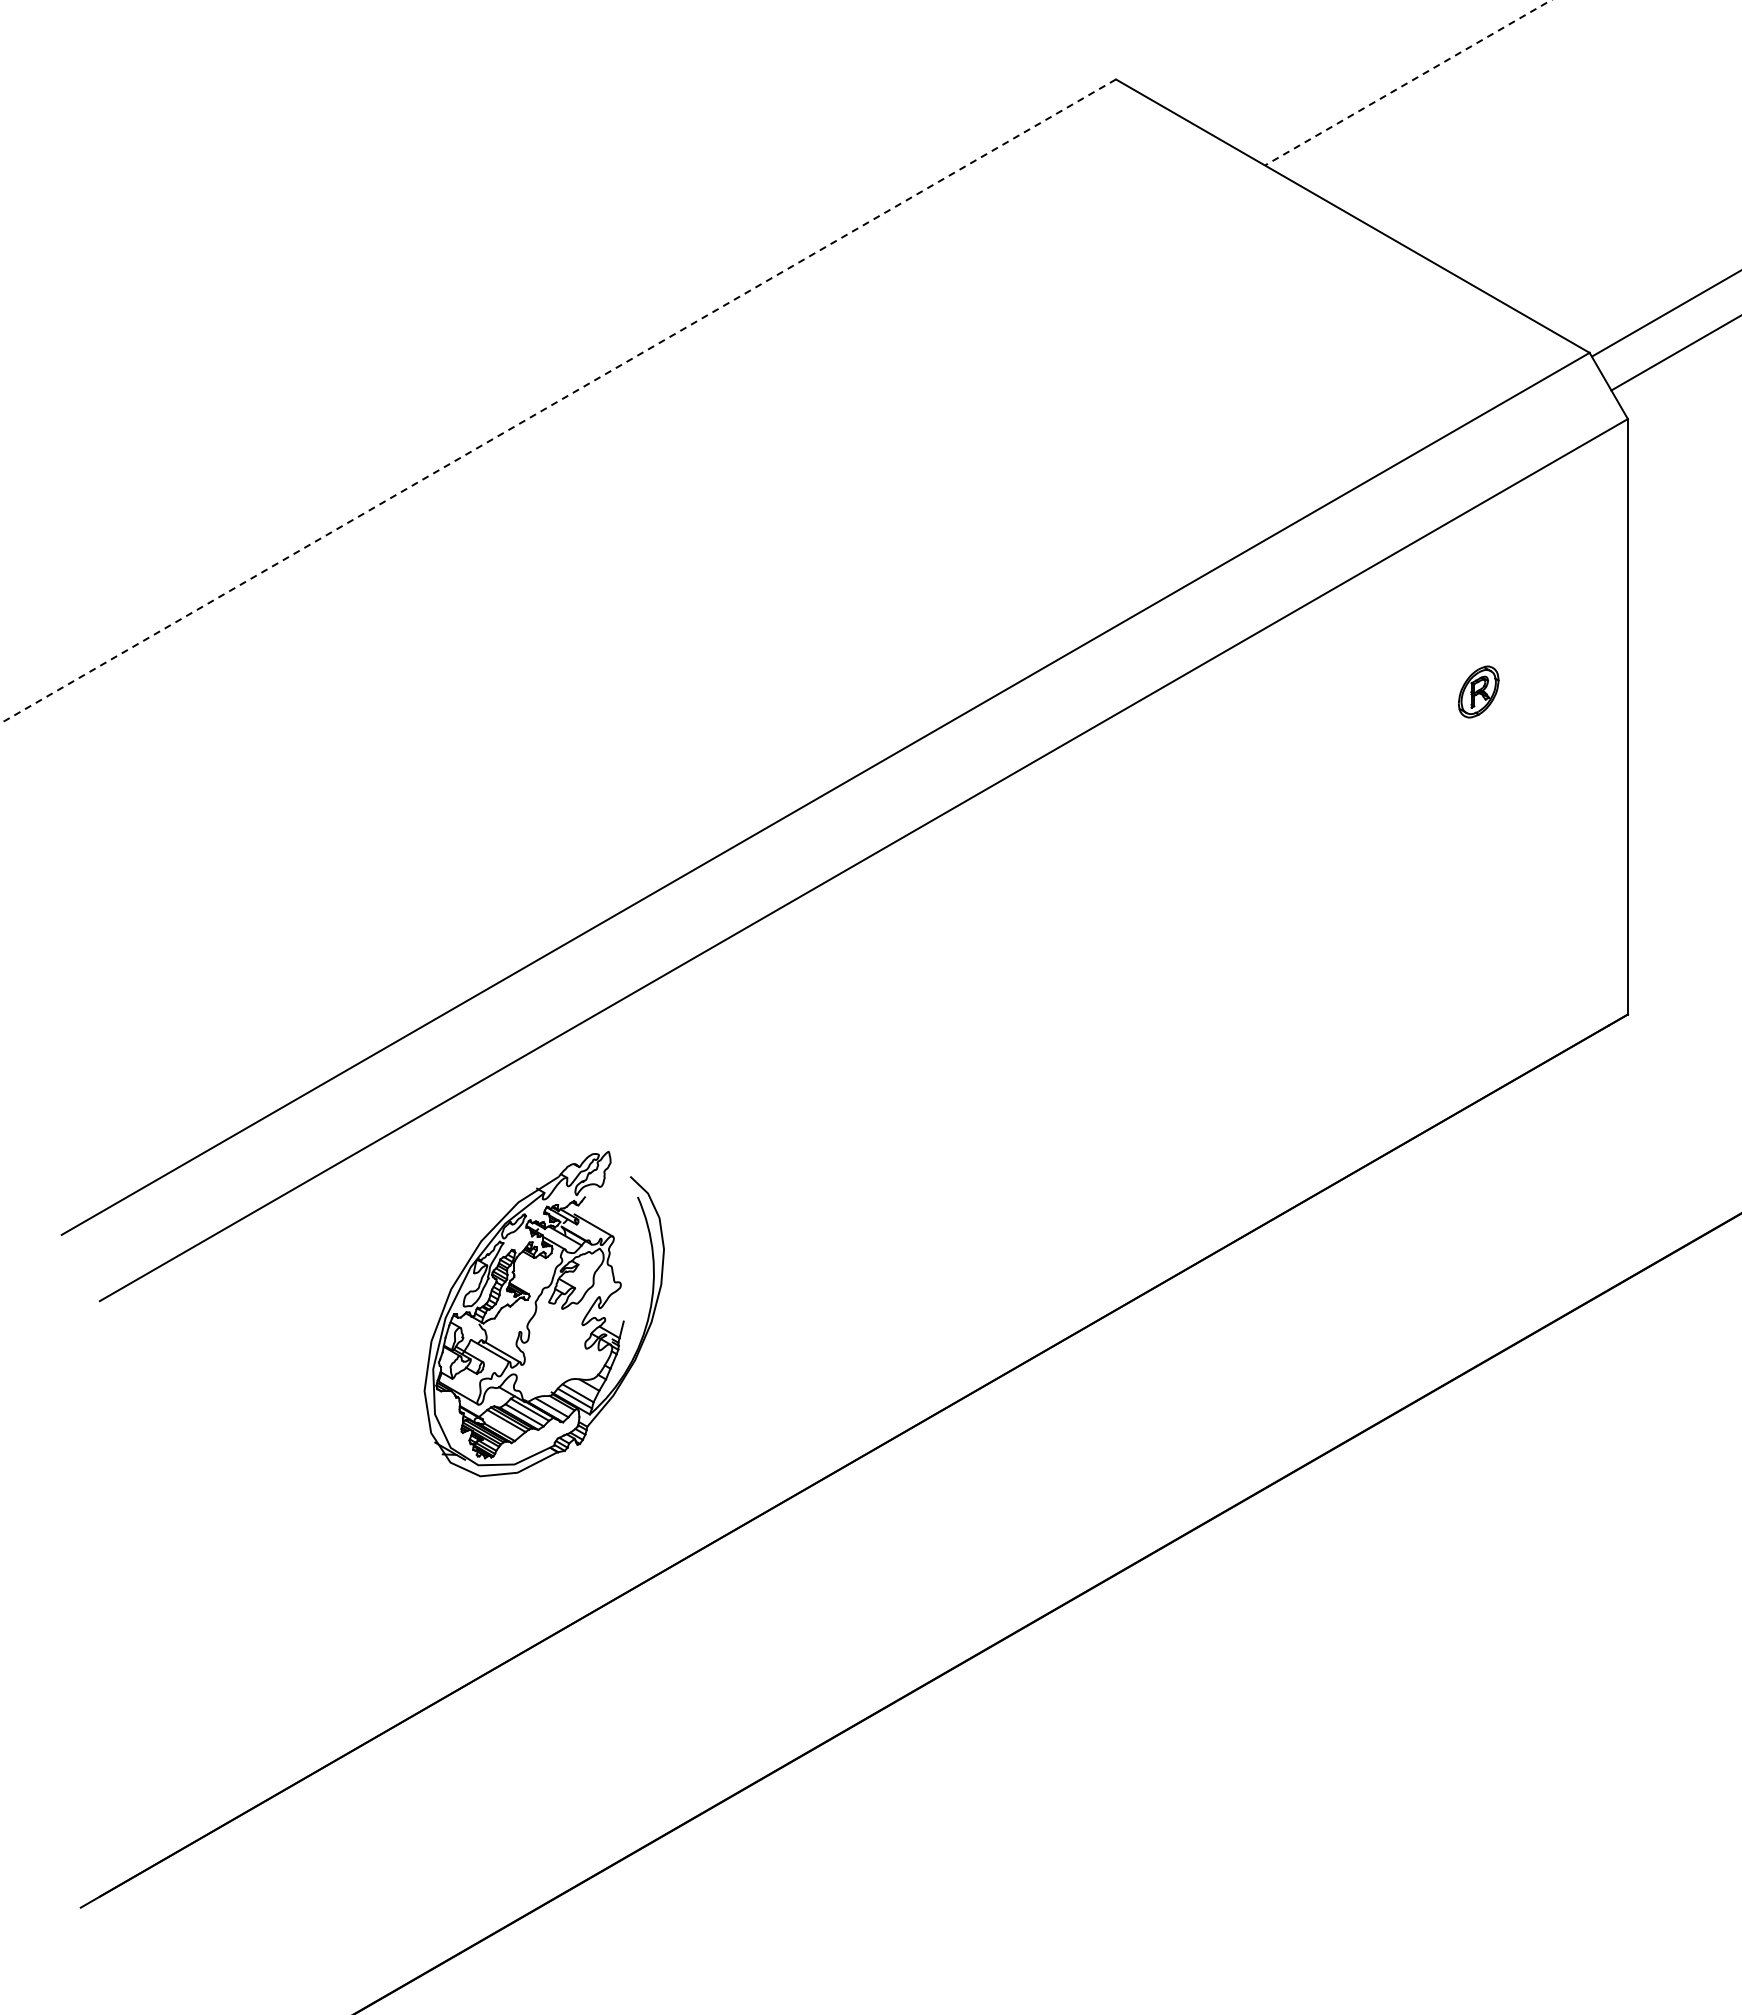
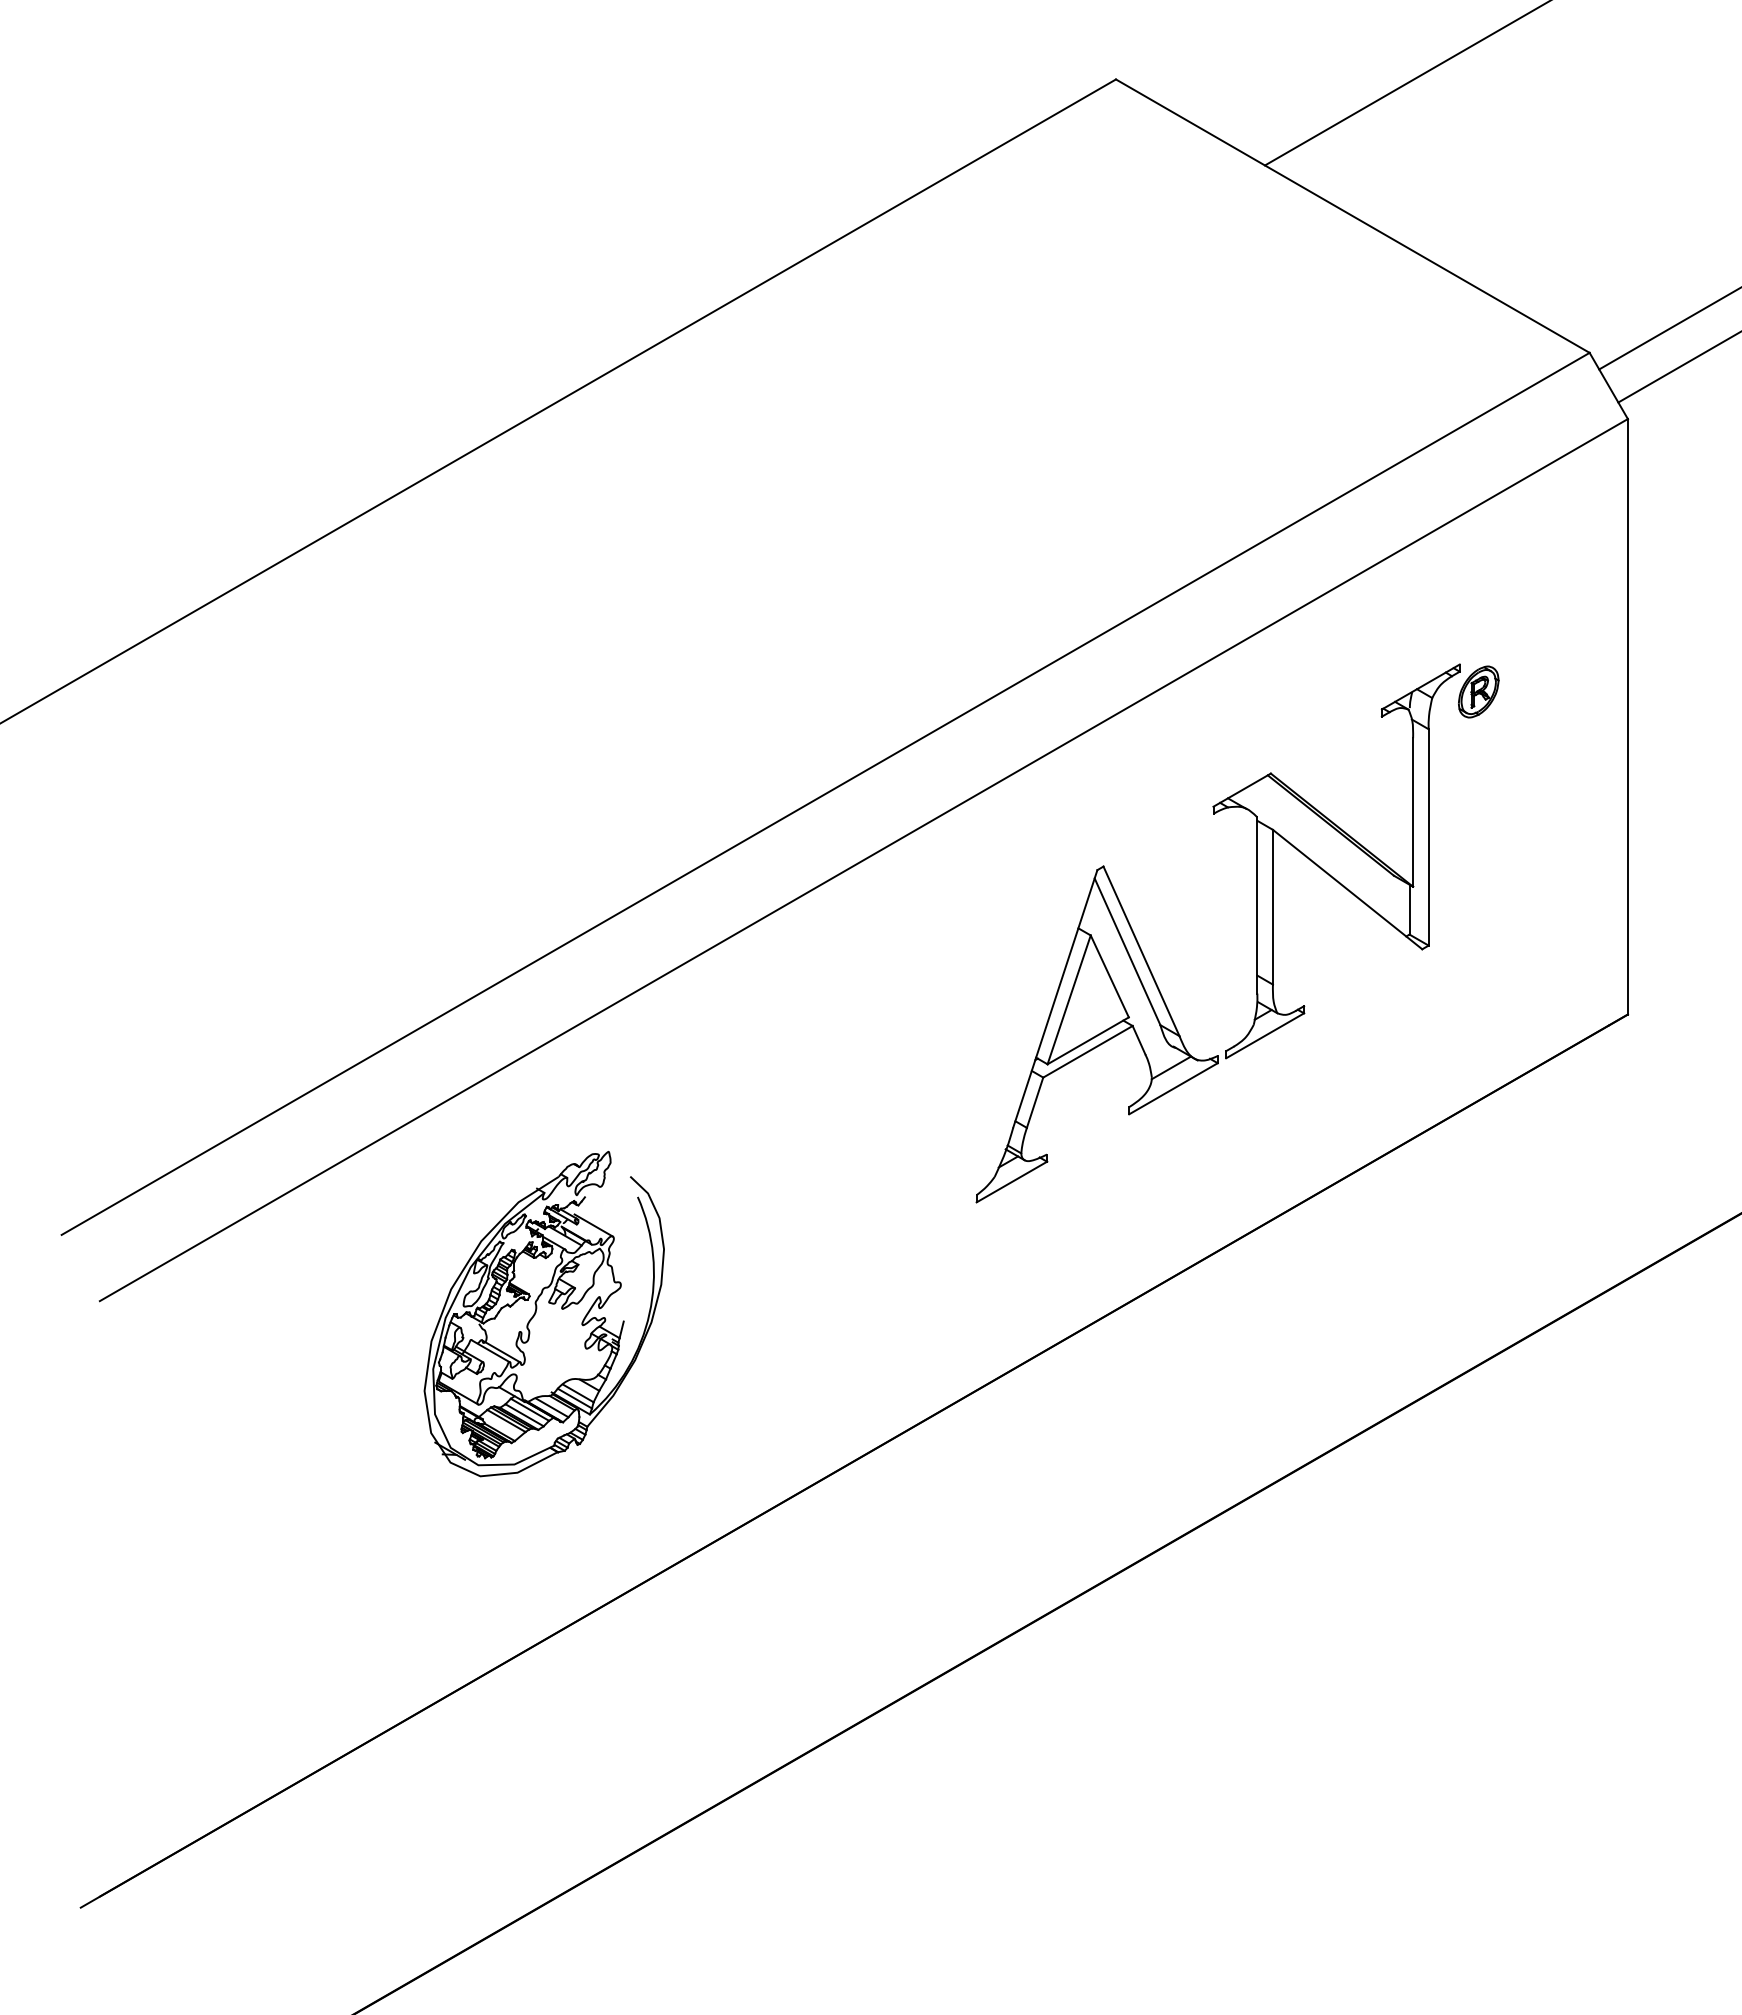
line at (1407, 83): dashed -> solid
line at (1665, 313) position: (1665, 313) -> (1668, 328)
line at (1674, 353) position: (1674, 353) -> (1678, 367)
line at (557, 401): dashed -> solid
part at (1256, 933): none -> present
